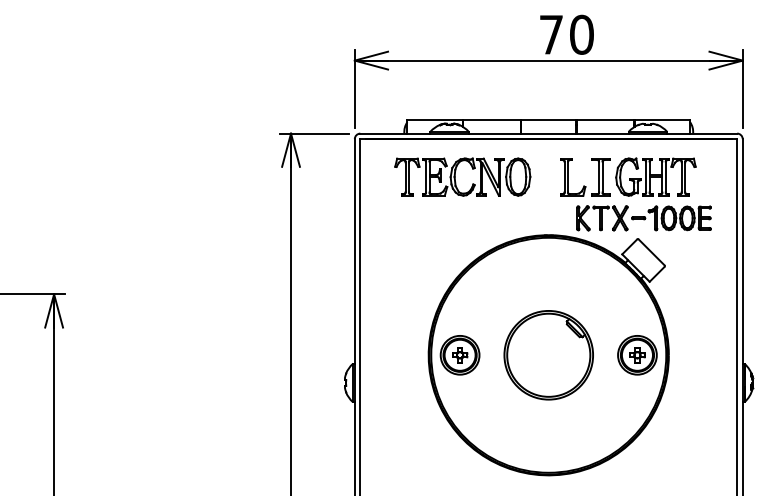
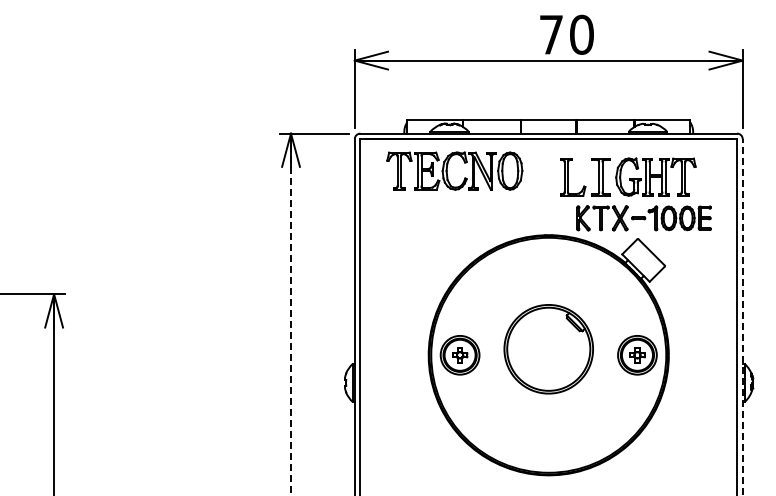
part at (455, 176) position: (455, 176) -> (447, 170)
line at (291, 314): solid -> dashed
line at (742, 317): solid -> dashed
part at (548, 355) position: (548, 355) -> (548, 349)
